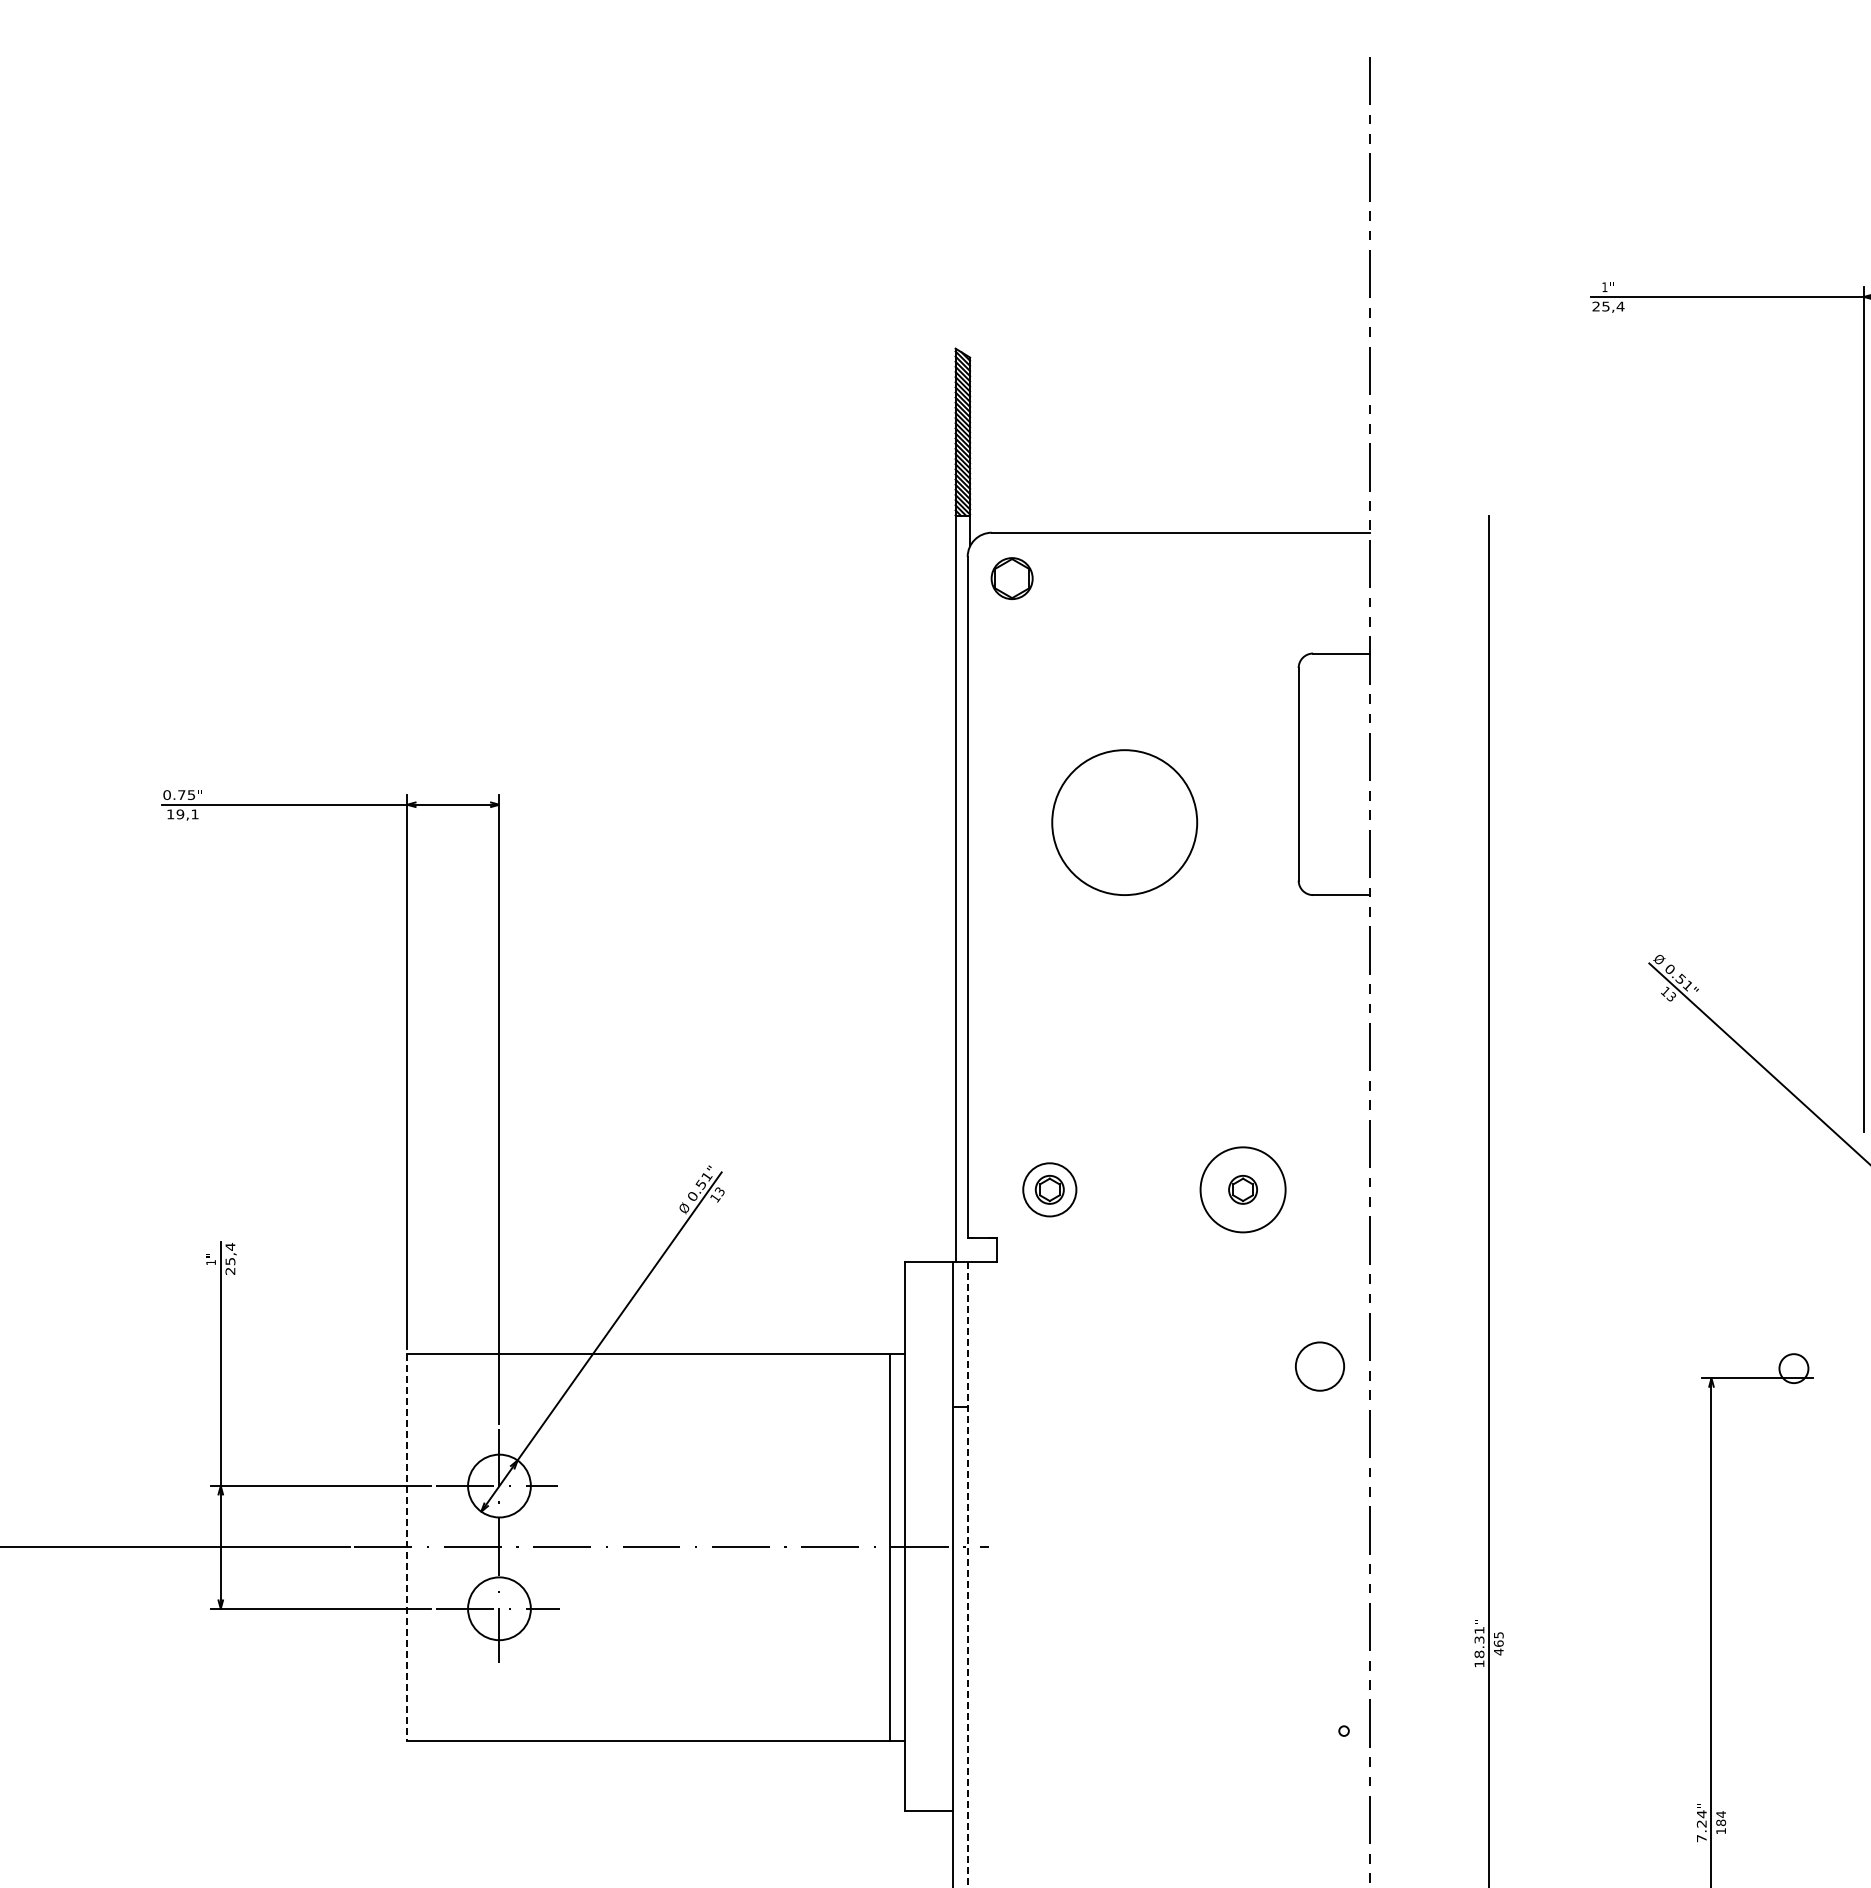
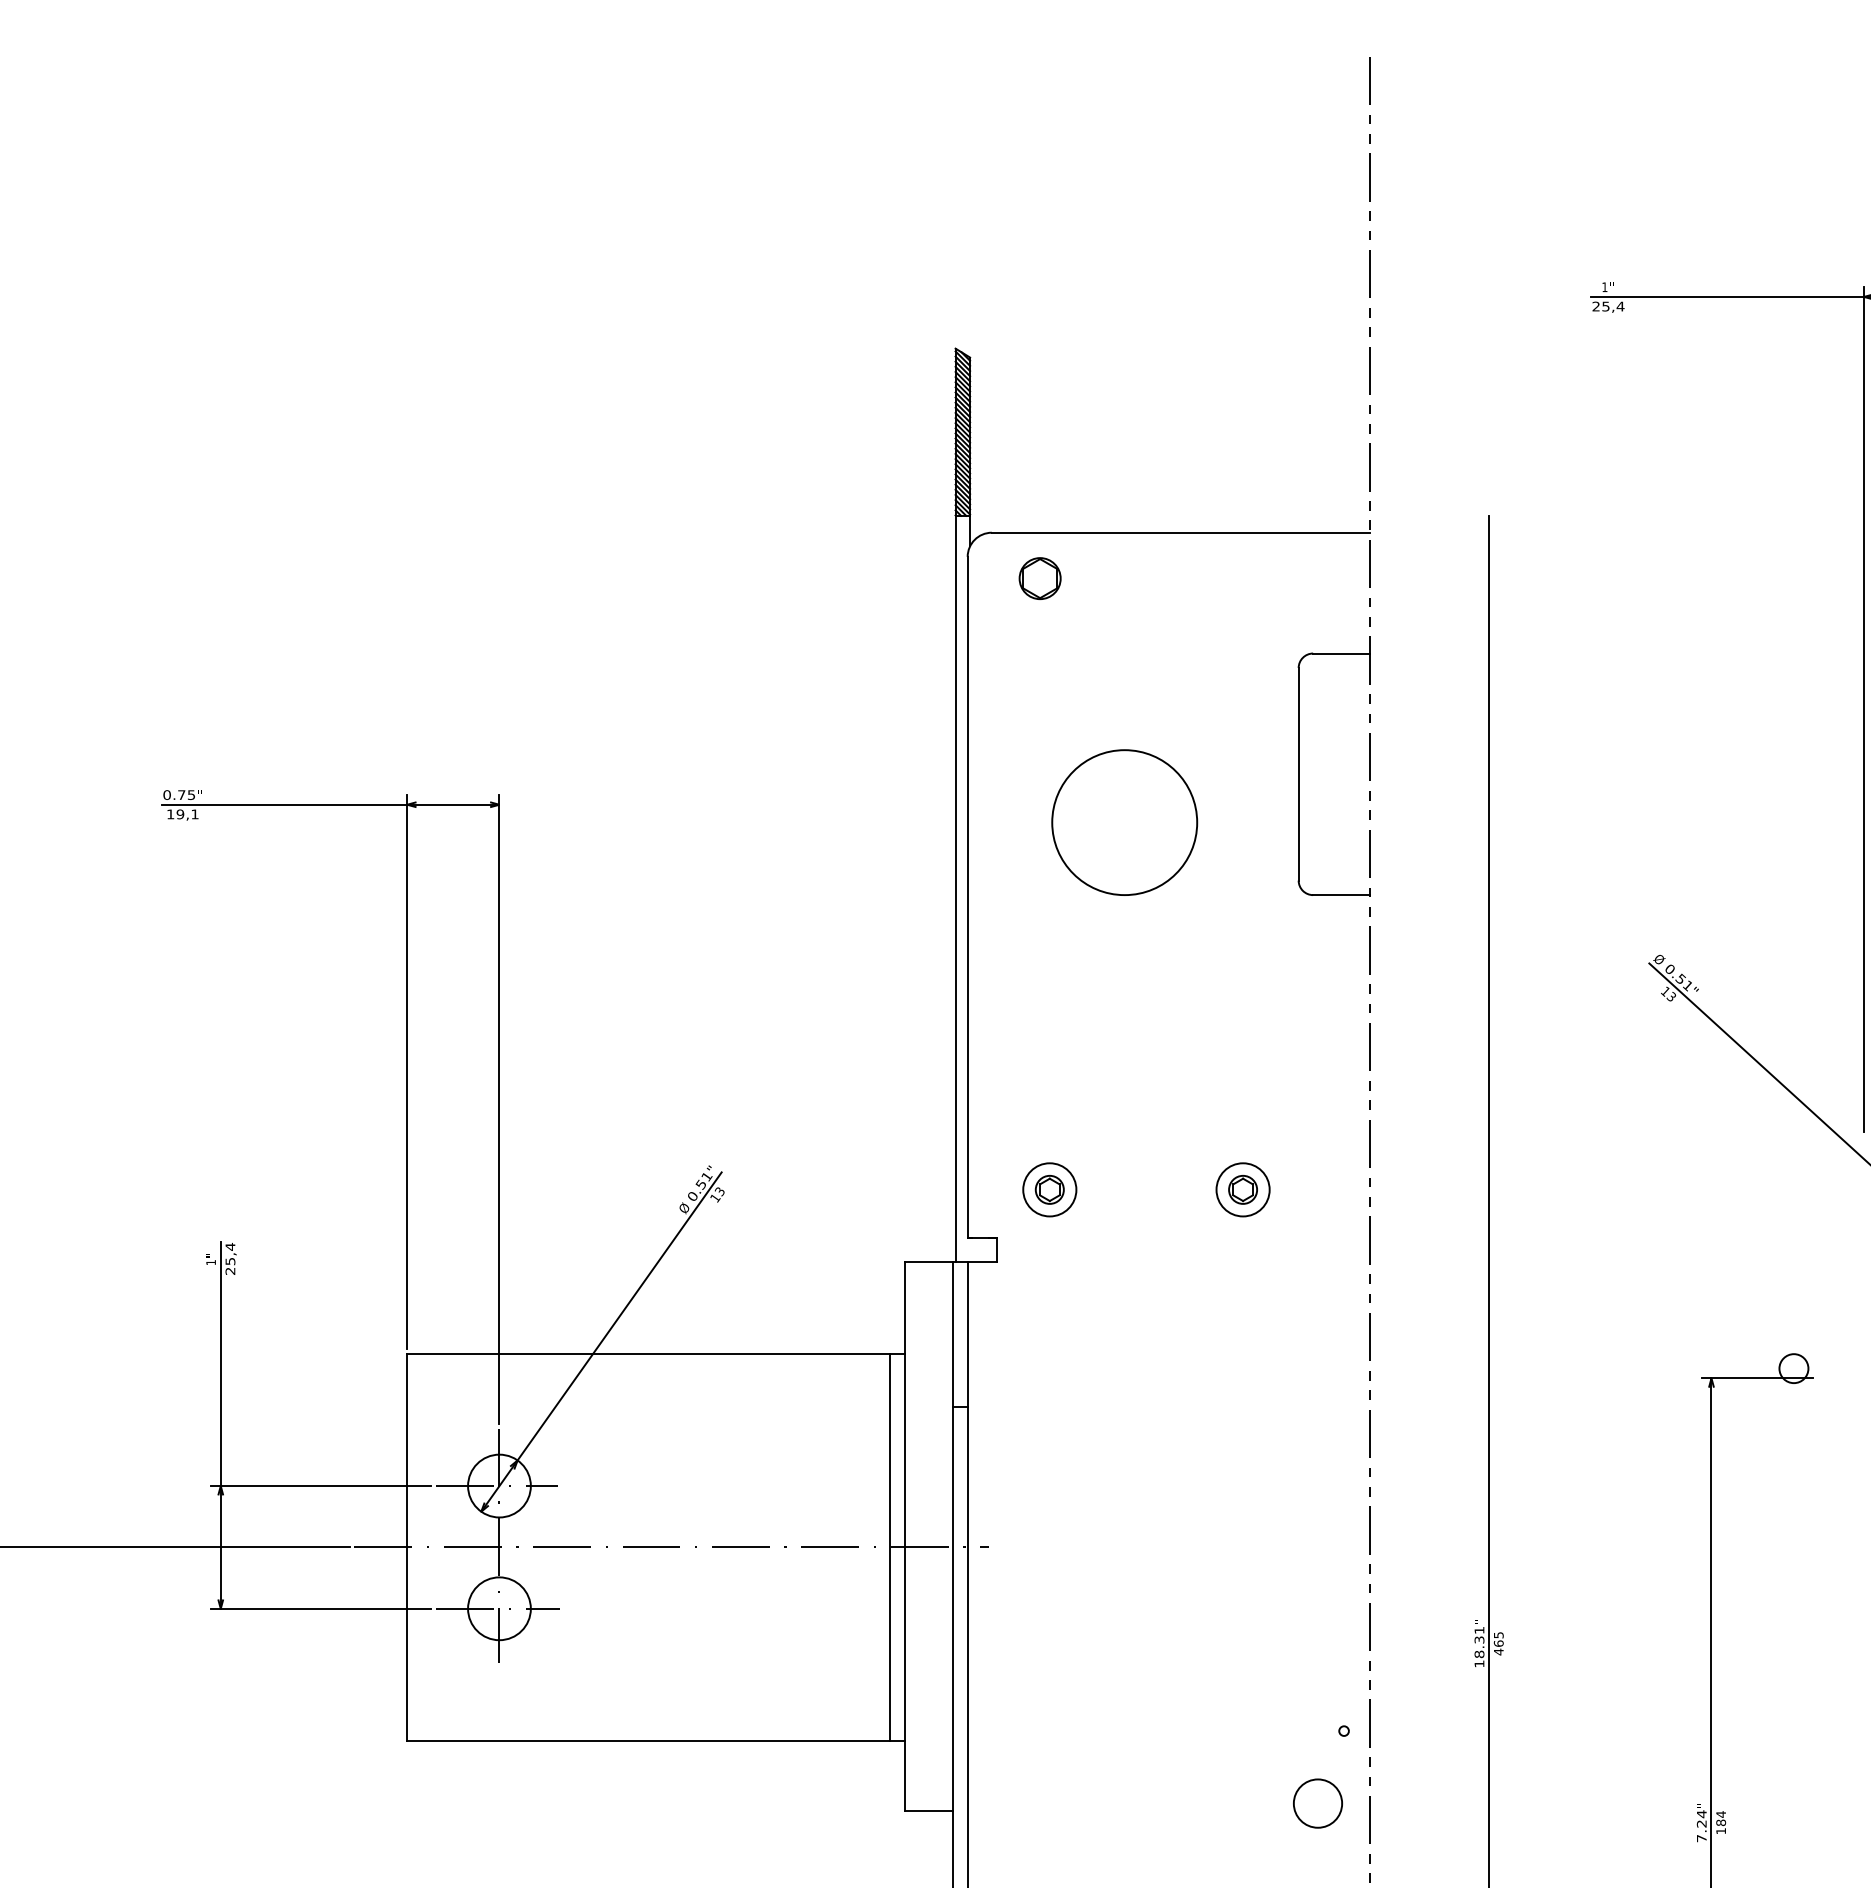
part at (1011, 578) position: (1011, 578) -> (1039, 578)
circle at (1242, 1189) diameter: 85 px -> 53 px
circle at (1319, 1366) position: (1319, 1366) -> (1317, 1803)
line at (407, 1547): dashed -> solid
line at (967, 1575): dashed -> solid
